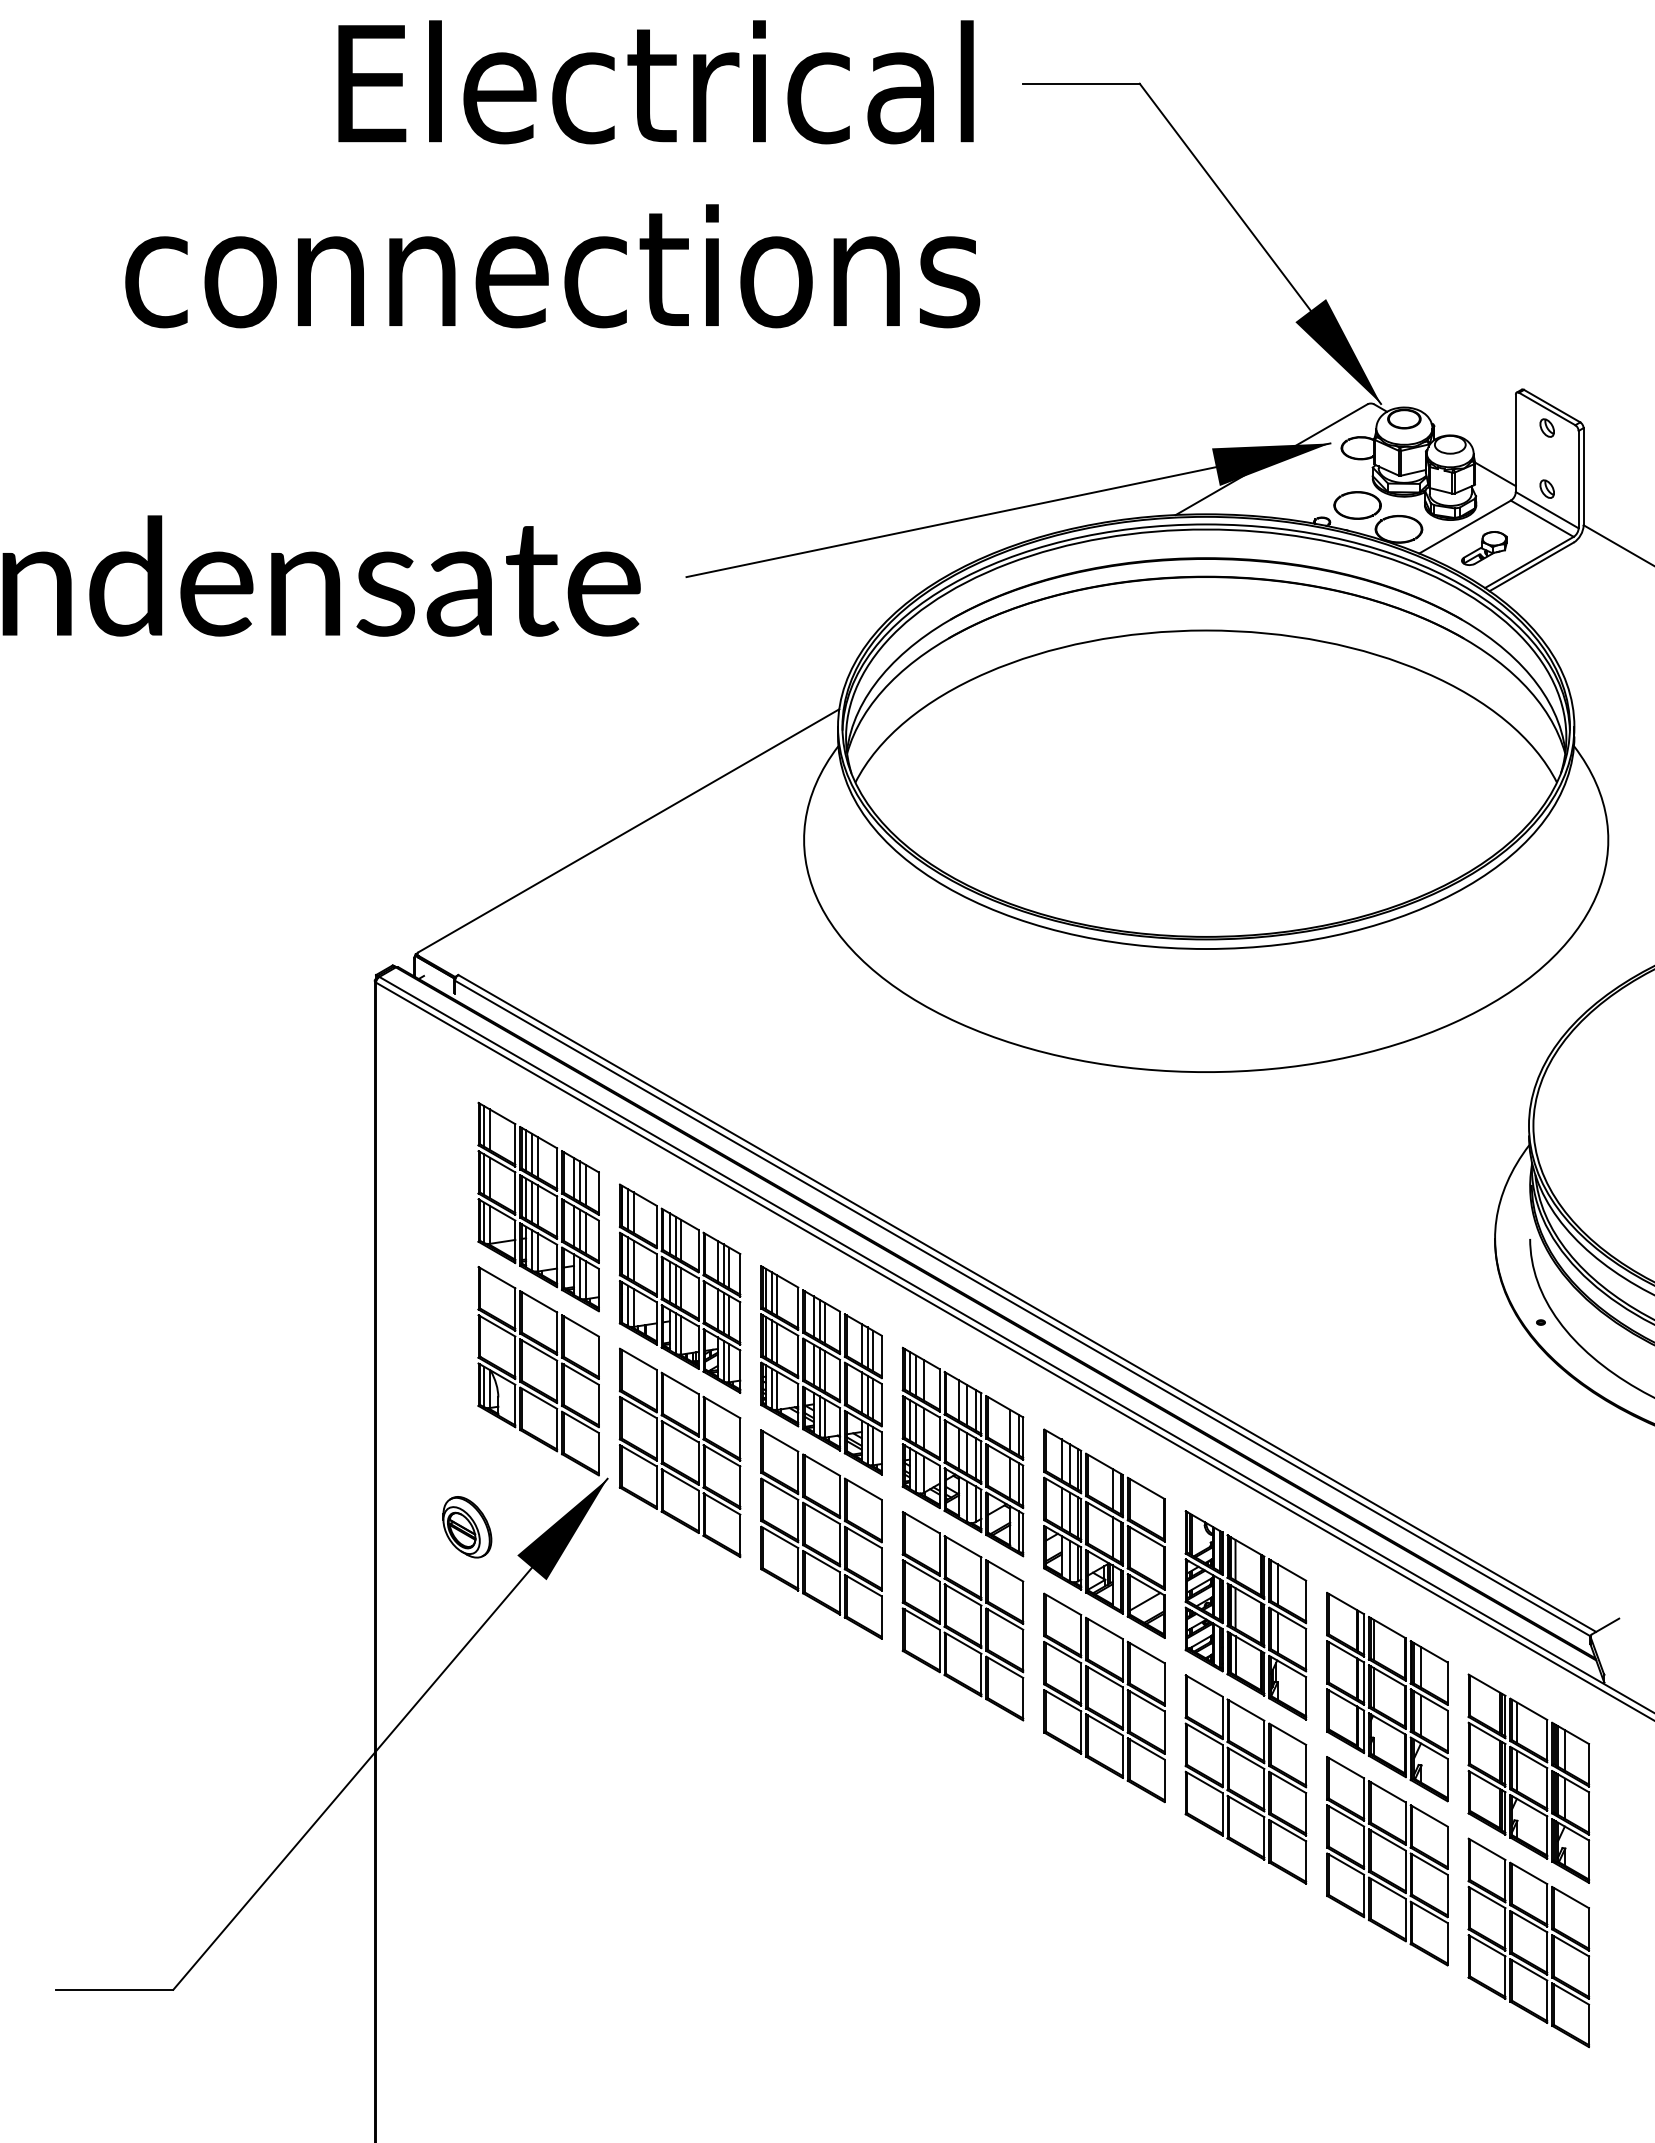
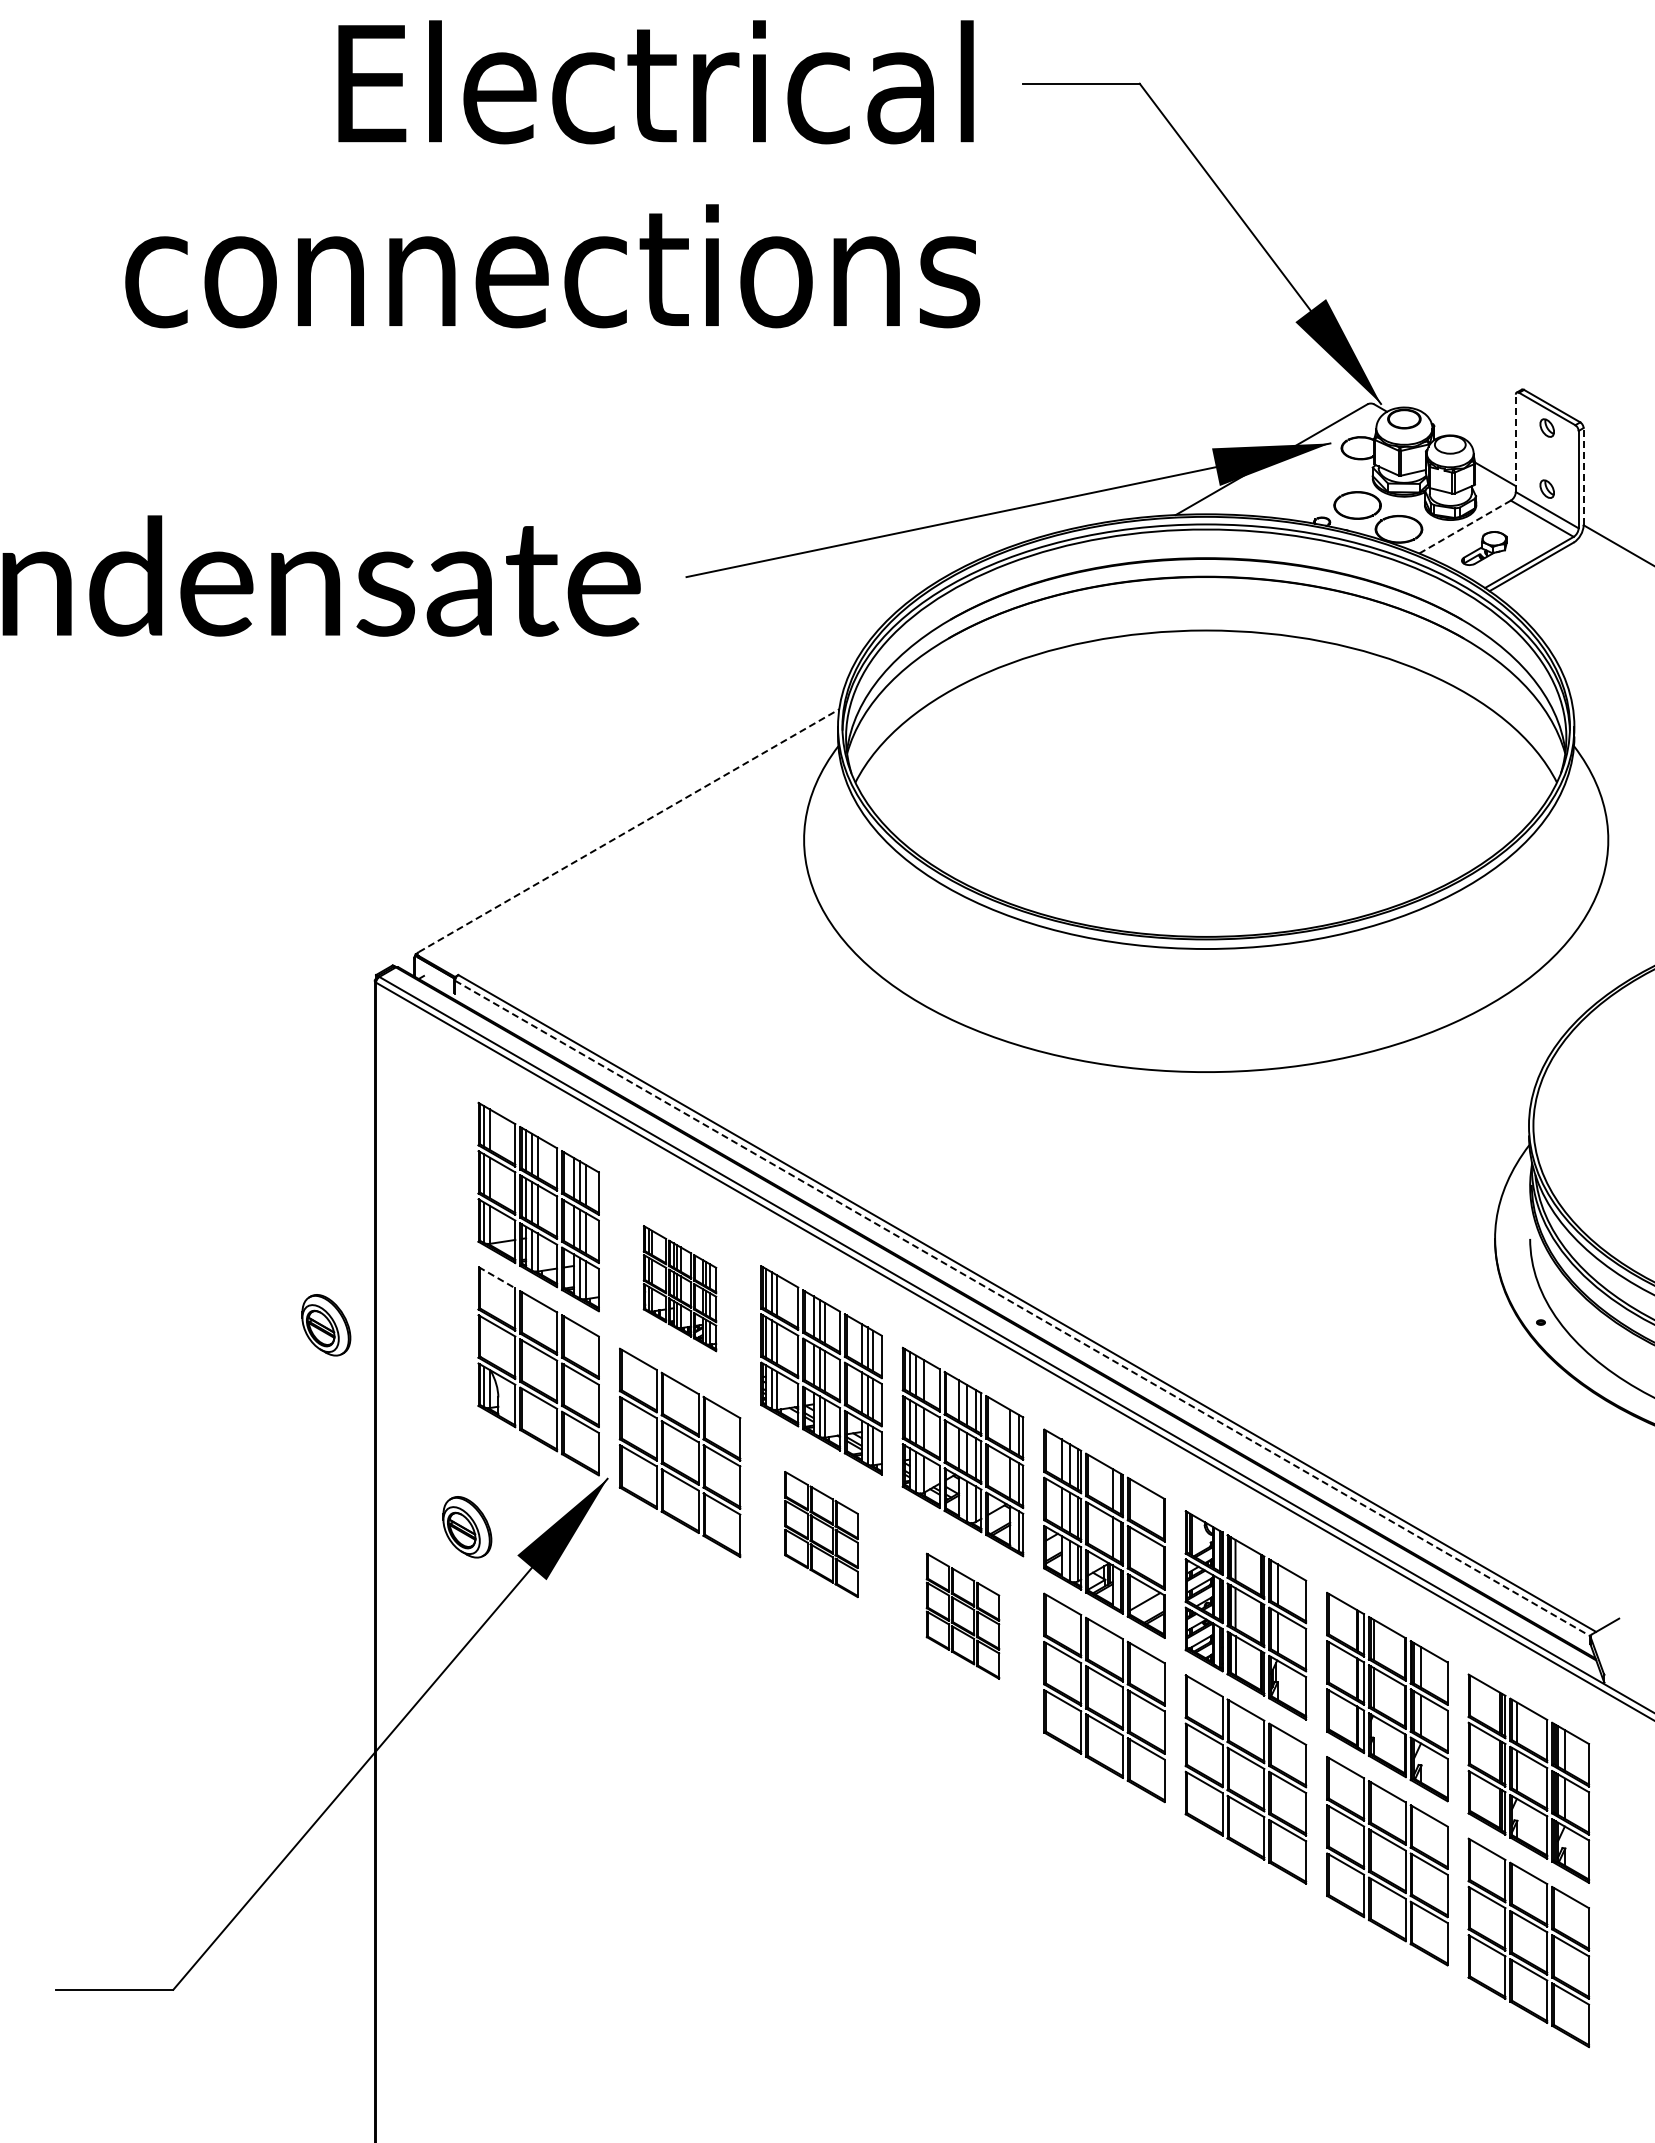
line at (1515, 443): solid -> dashed
line at (1583, 476): solid -> dashed
line at (1465, 527): solid -> dashed
line at (629, 830): solid -> dashed
line at (497, 1277): solid -> dashed
part at (679, 1288) size: 124x211 px -> 76x128 px
line at (1022, 1308): solid -> dashed
part at (326, 1325): none -> present
part at (821, 1534) size: 123x211 px -> 75x127 px
part at (962, 1616) size: 124x211 px -> 76x128 px
